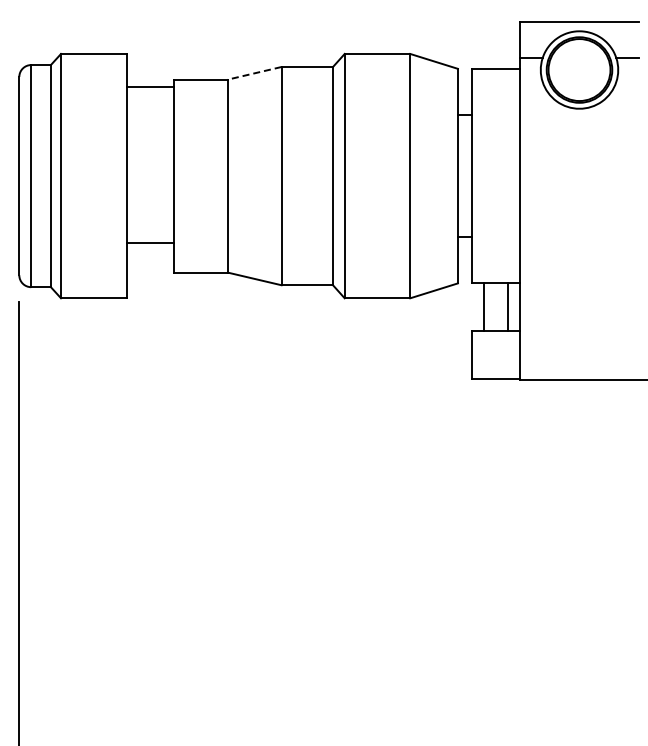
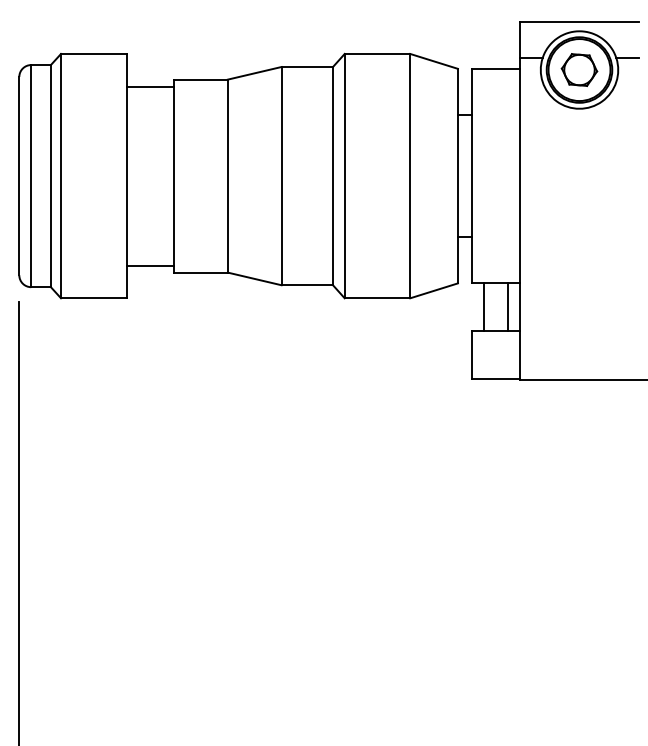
part at (579, 69): none -> present
line at (254, 73): dashed -> solid
line at (150, 242) position: (150, 242) -> (150, 265)
